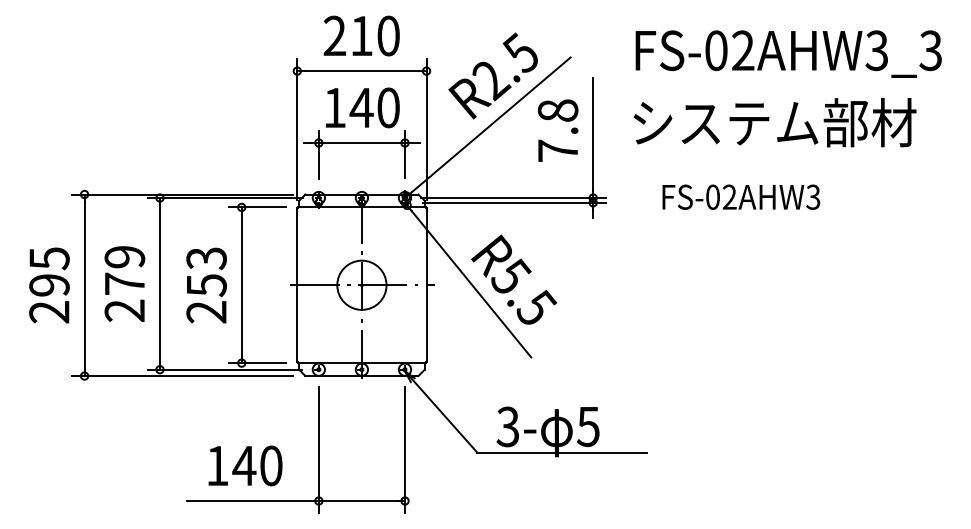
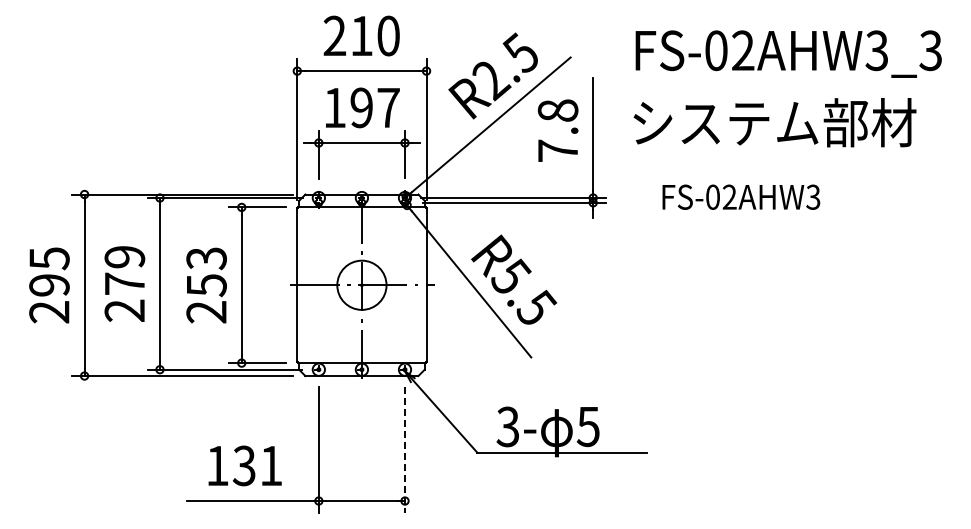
text at (374, 107): 140 -> 197
line at (405, 450): solid -> dashed
text at (257, 465): 140 -> 131
